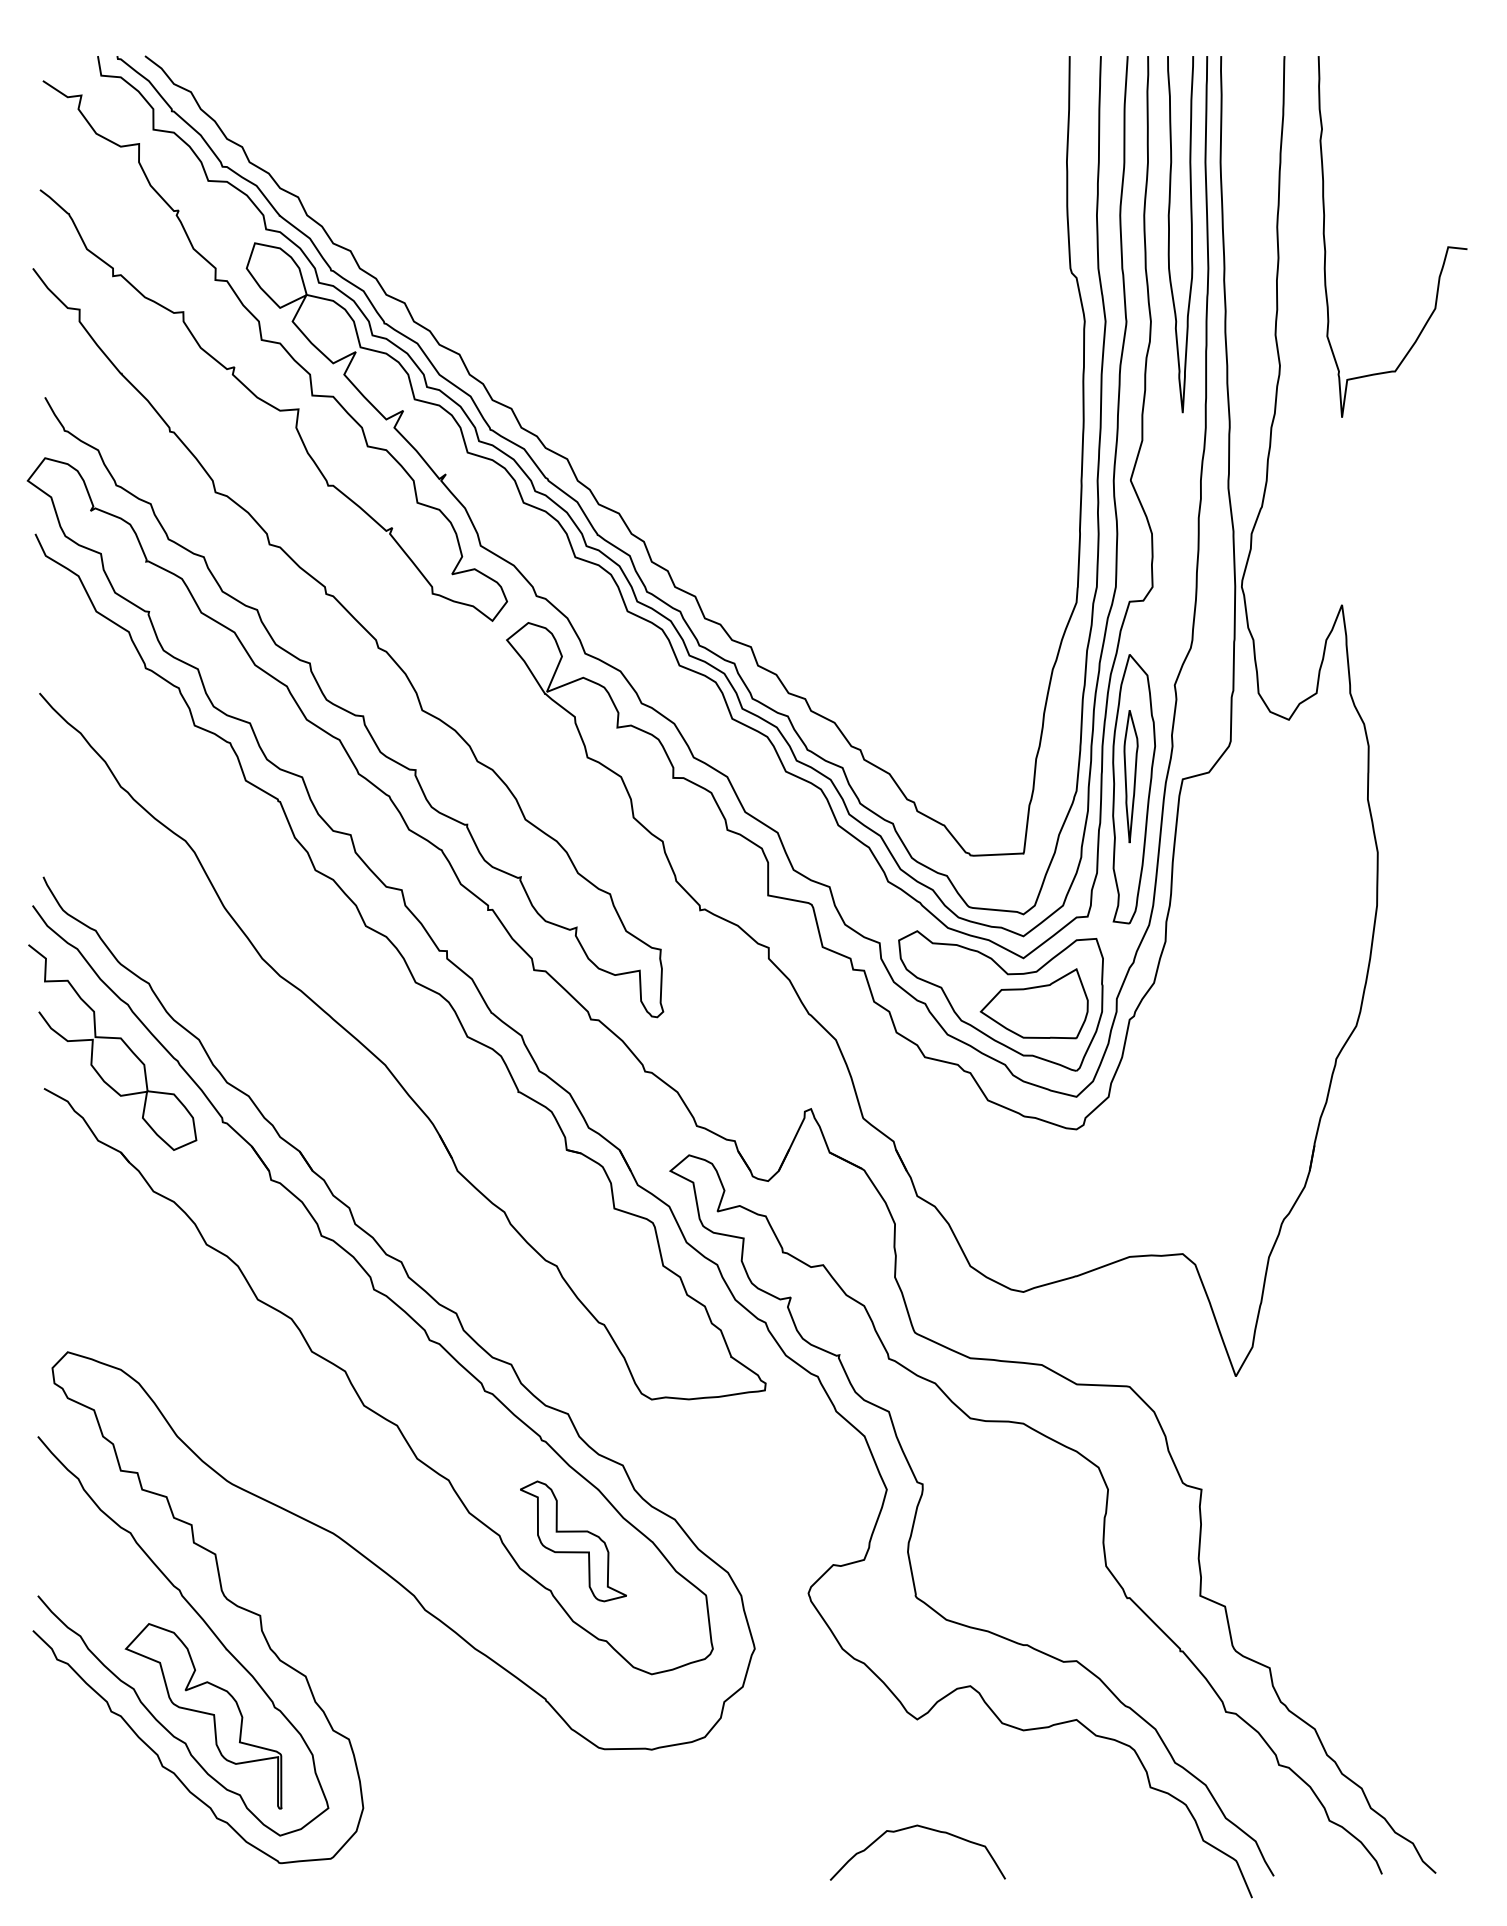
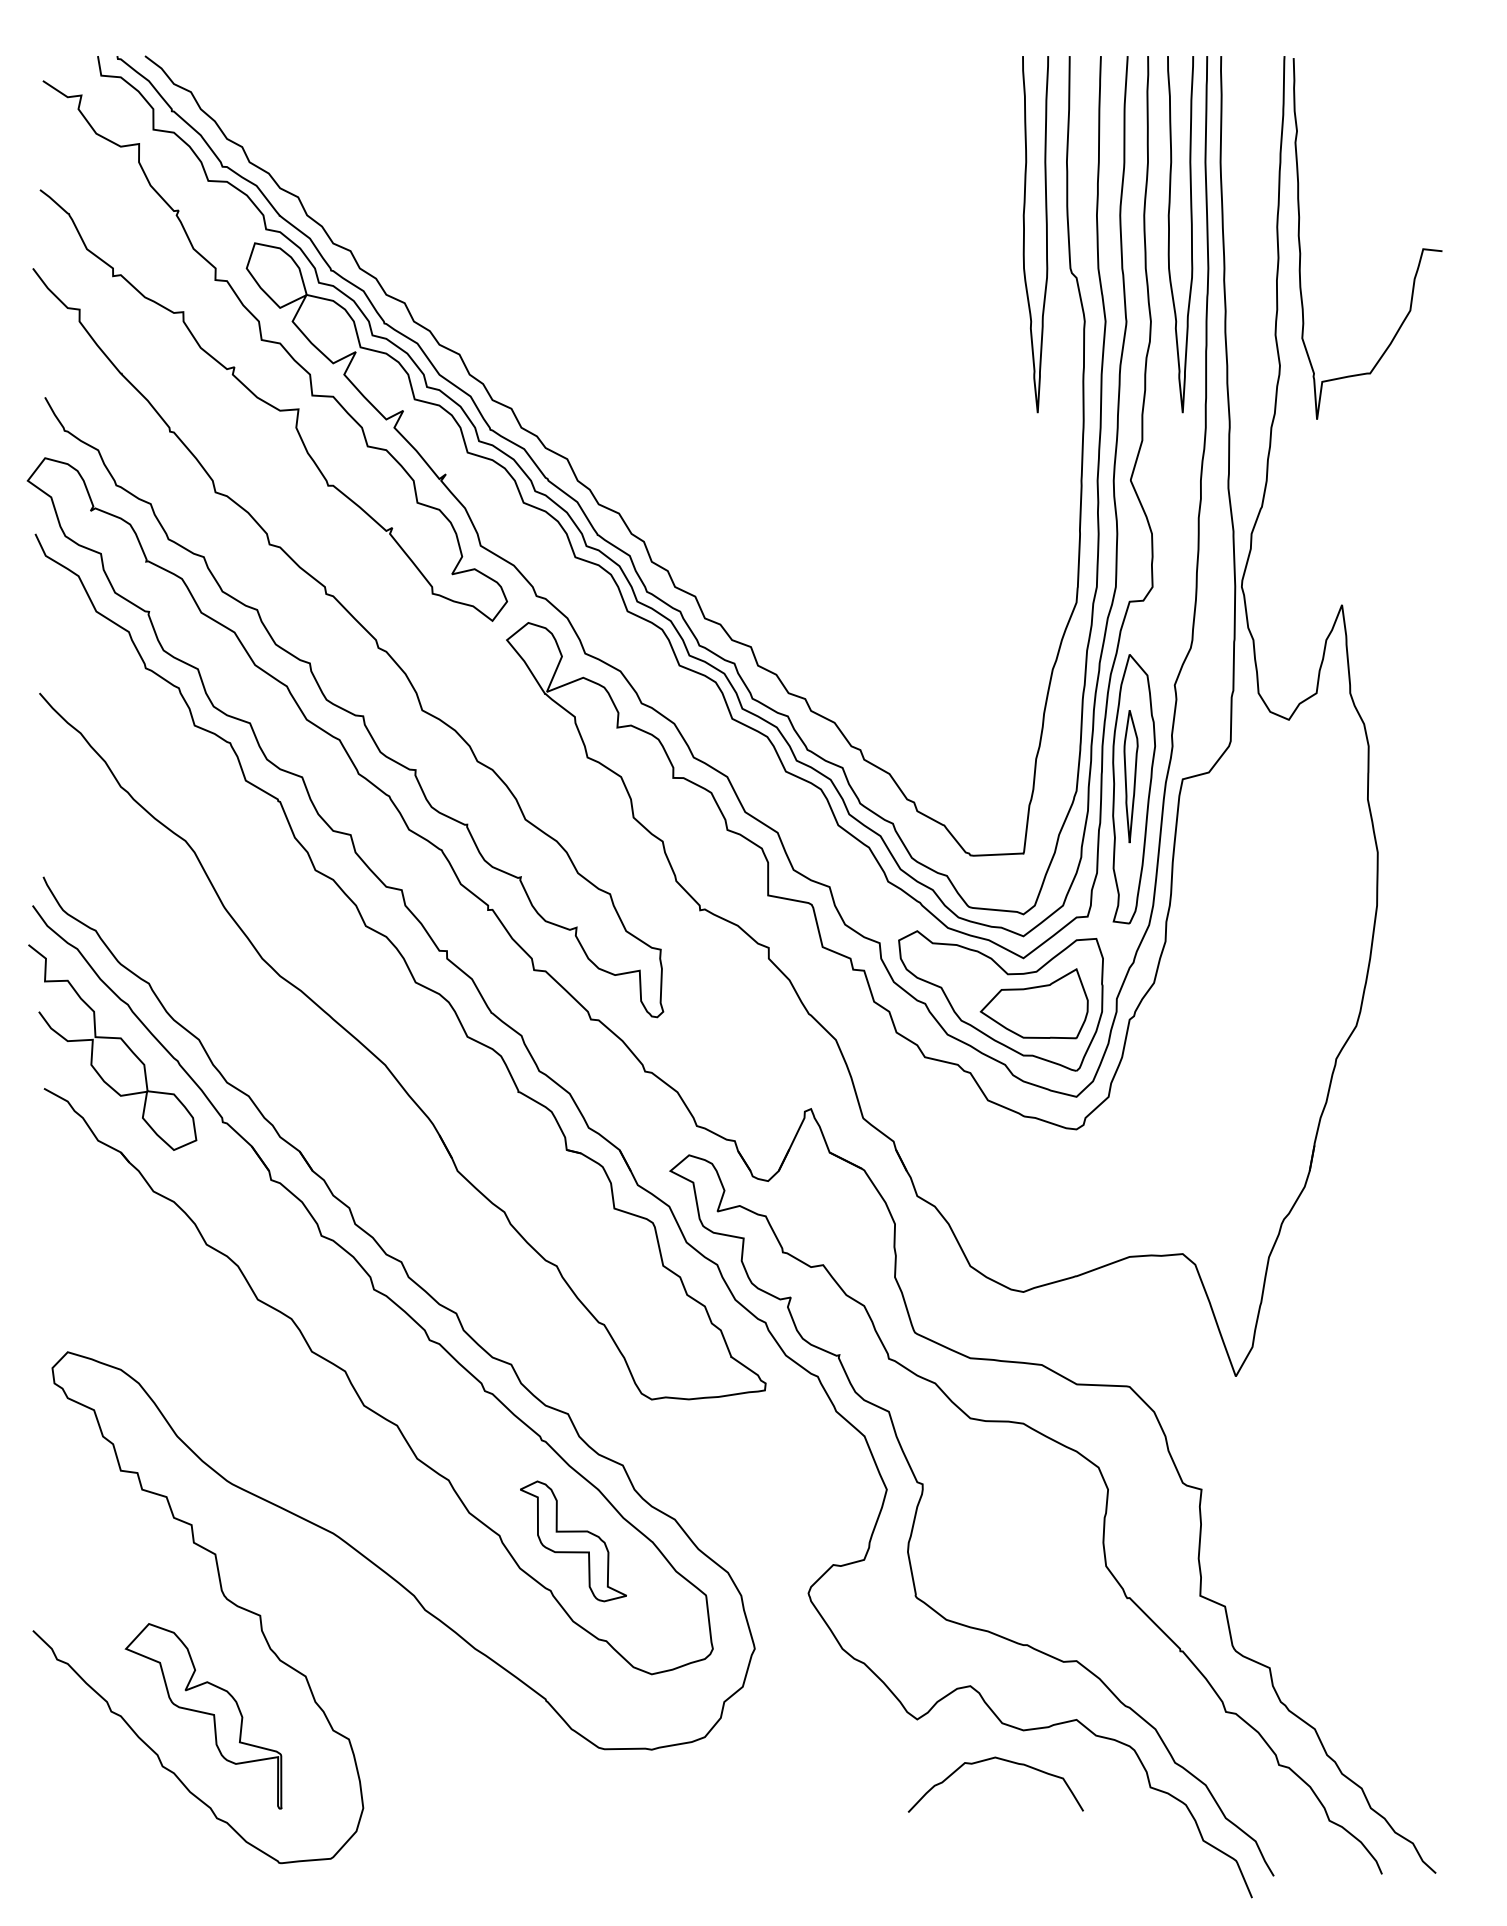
curve at (1024, 234): none -> present
curve at (1445, 252) position: (1445, 252) -> (1420, 254)
curve at (204, 1623): present -> none
curve at (923, 1828) position: (923, 1828) -> (1001, 1760)
